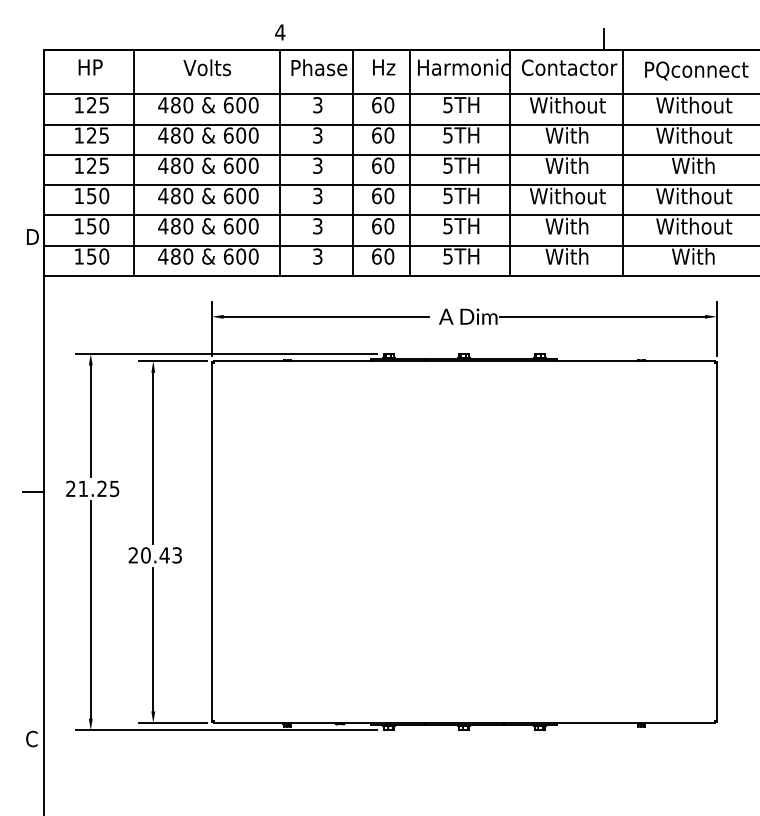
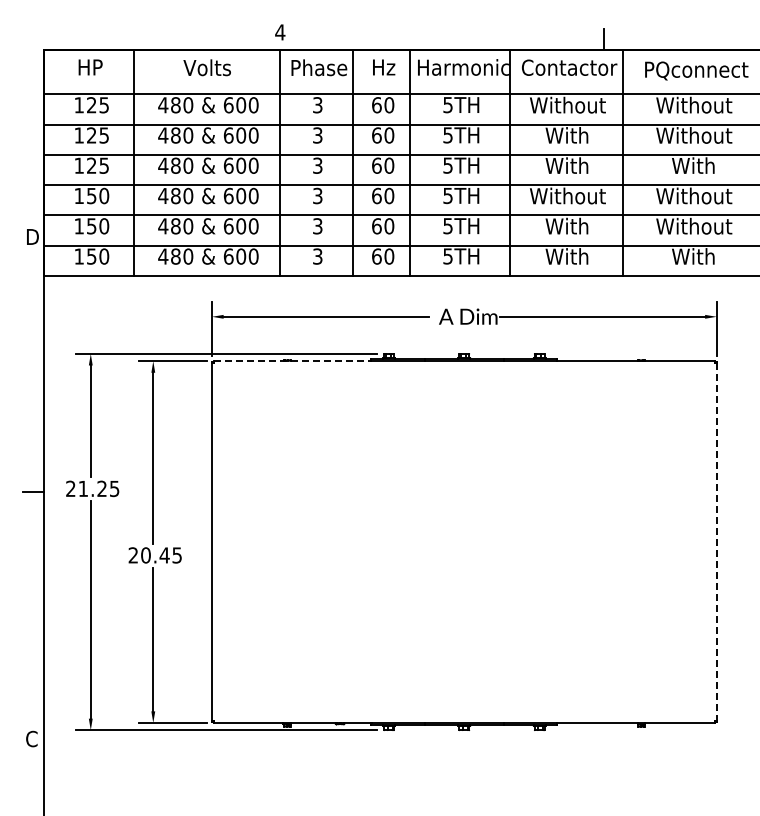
line at (292, 361): solid -> dashed
line at (716, 542): solid -> dashed
text at (177, 554): 20.43 -> 20.45
